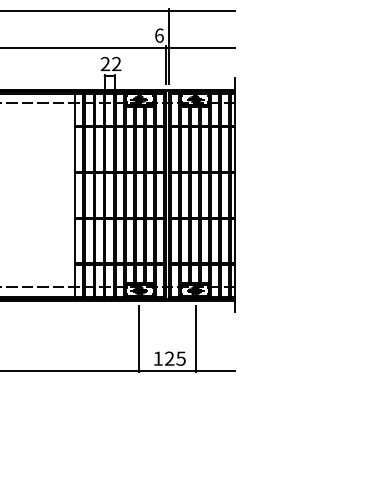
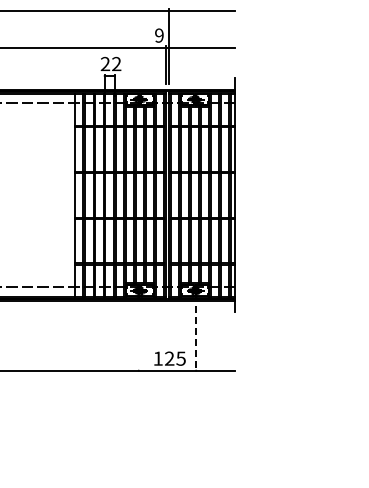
text at (159, 35): 6 -> 9
line at (138, 338): present -> none
line at (196, 339): solid -> dashed
